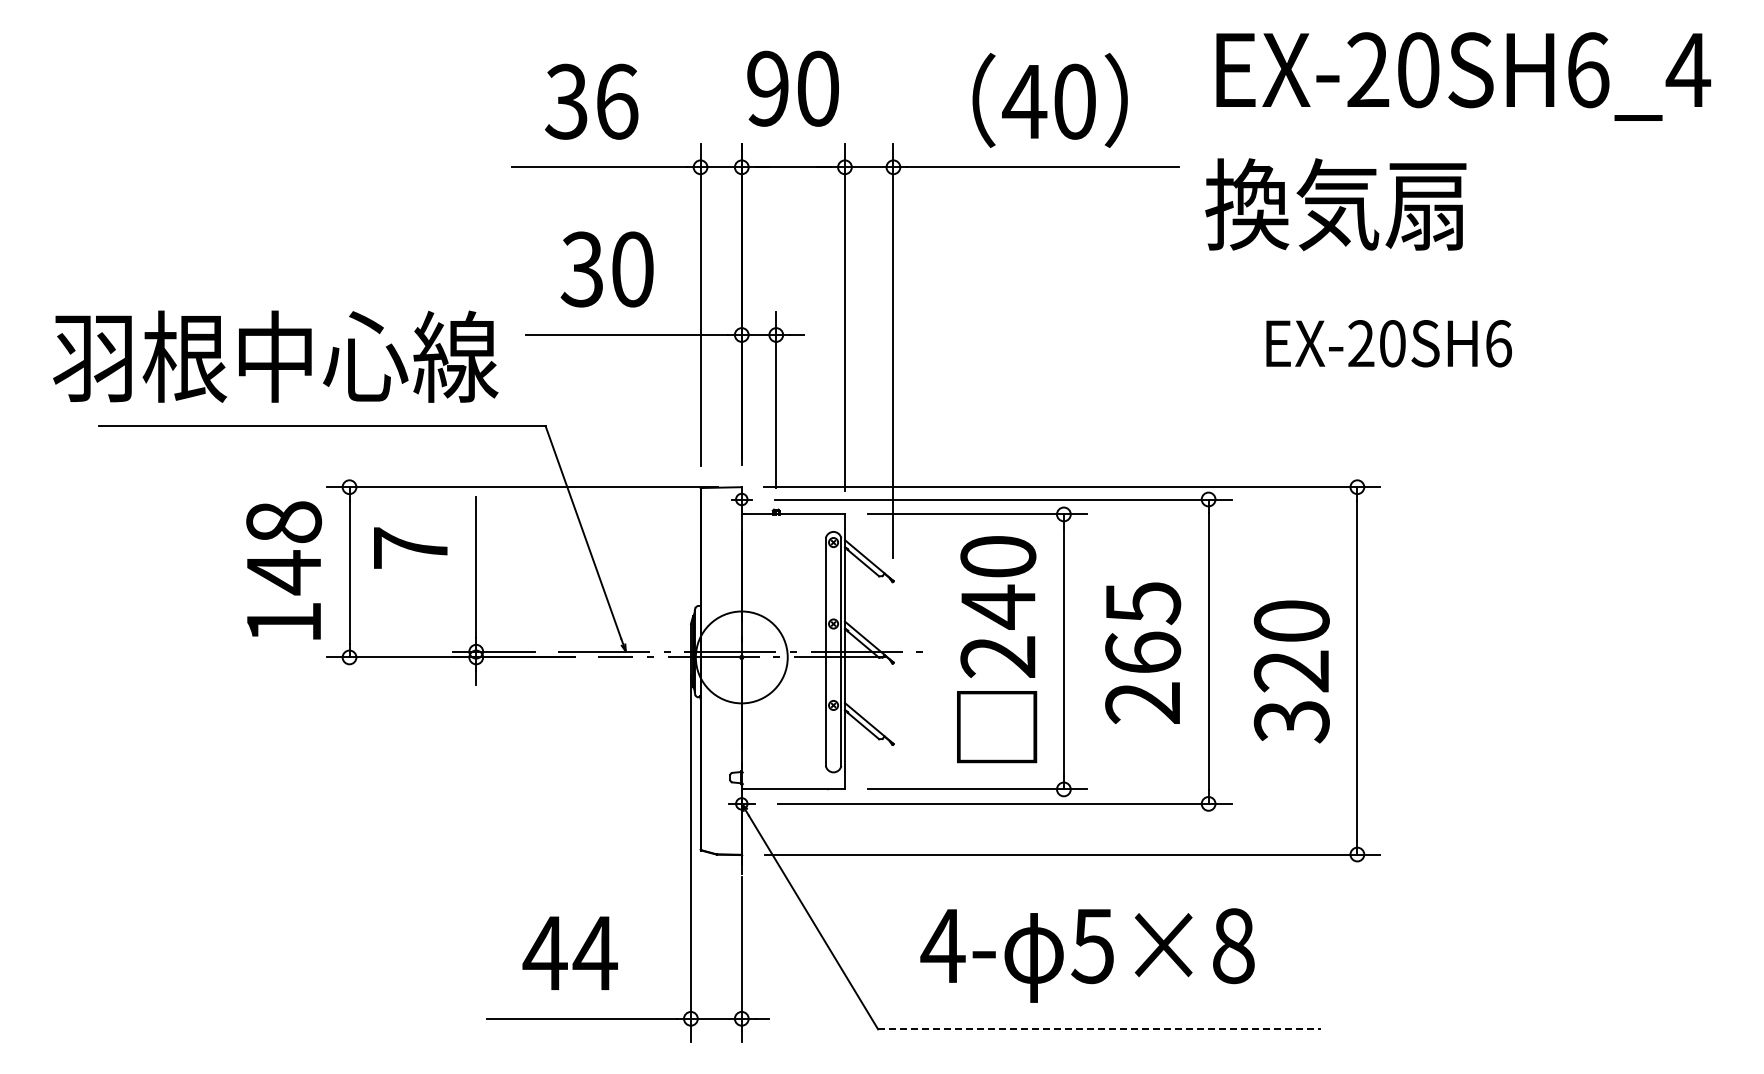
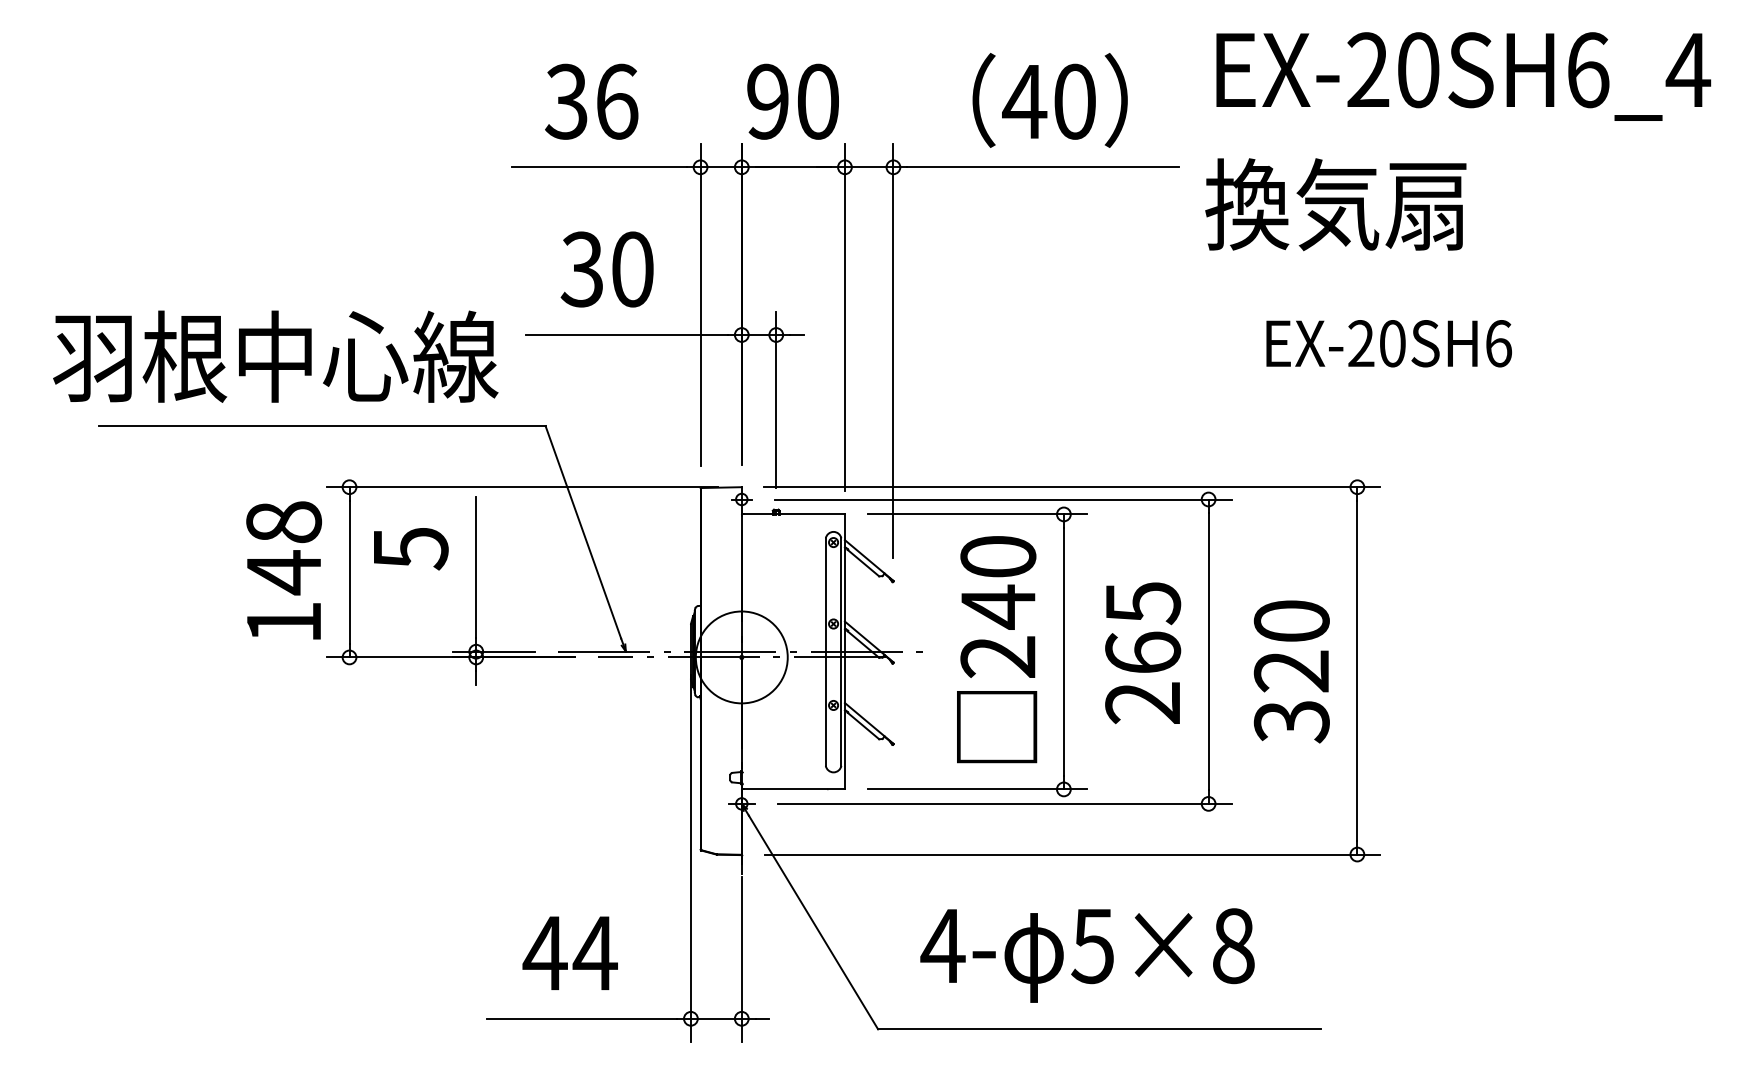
text at (792, 88) position: (792, 88) -> (792, 101)
text at (411, 548): 7 -> 5
line at (1099, 1029): dashed -> solid
